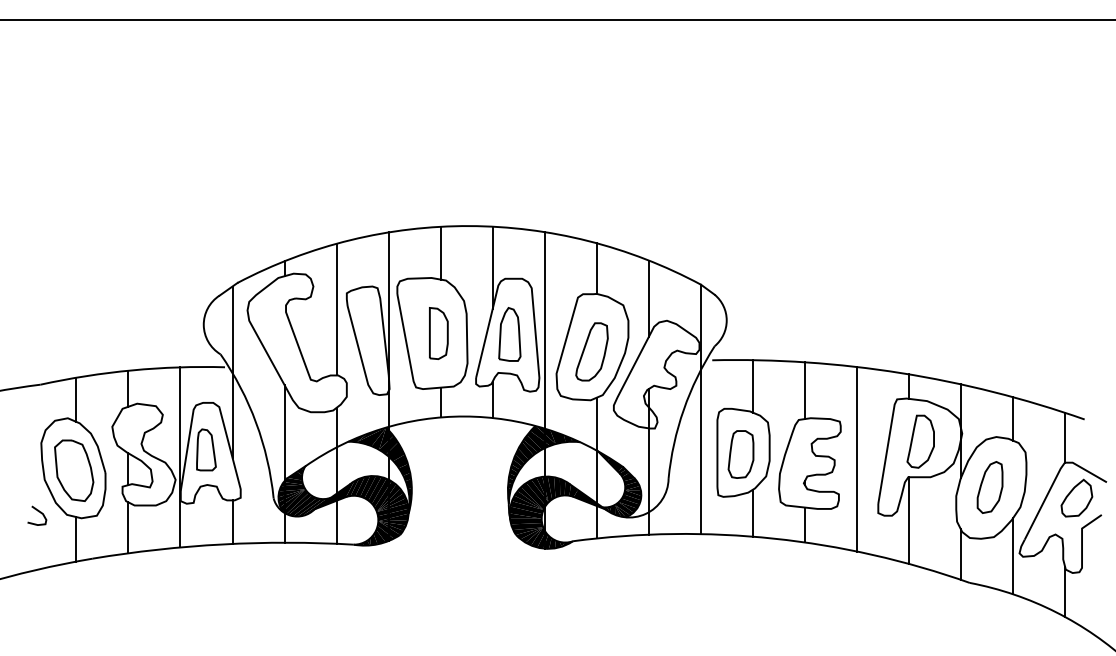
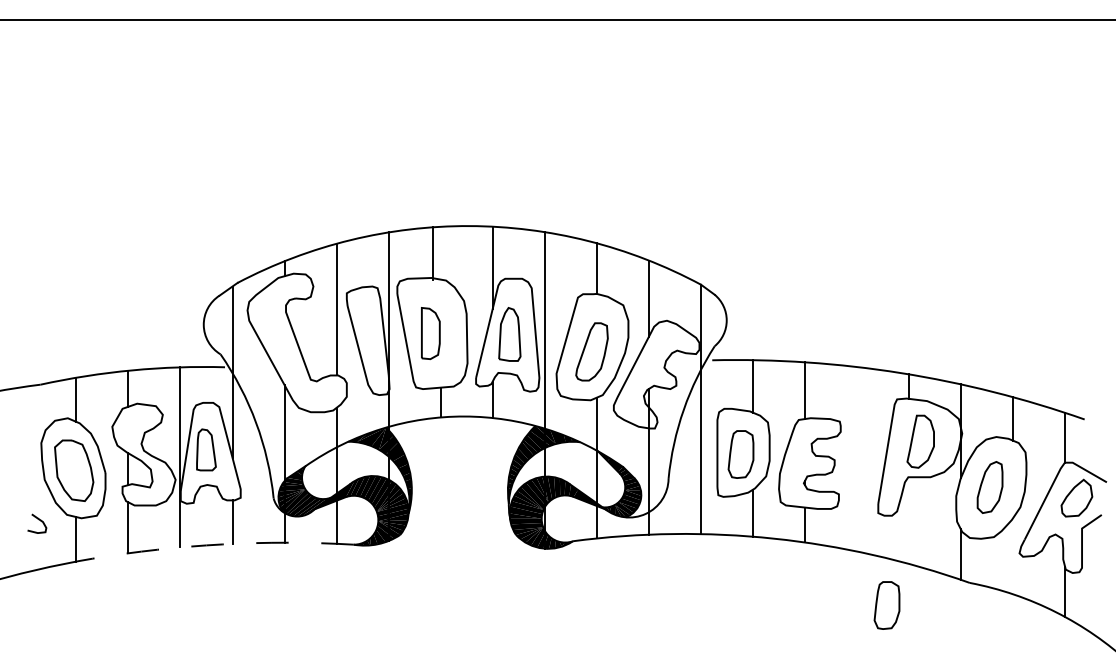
line at (440, 252) position: (440, 252) -> (432, 252)
part at (438, 333) position: (438, 333) -> (430, 333)
line at (856, 459): present -> none
curve at (38, 512) position: (38, 512) -> (38, 520)
line at (908, 520): present -> none
arc at (222, 544): solid -> dashed
line at (1012, 556): present -> none
part at (886, 605): none -> present
